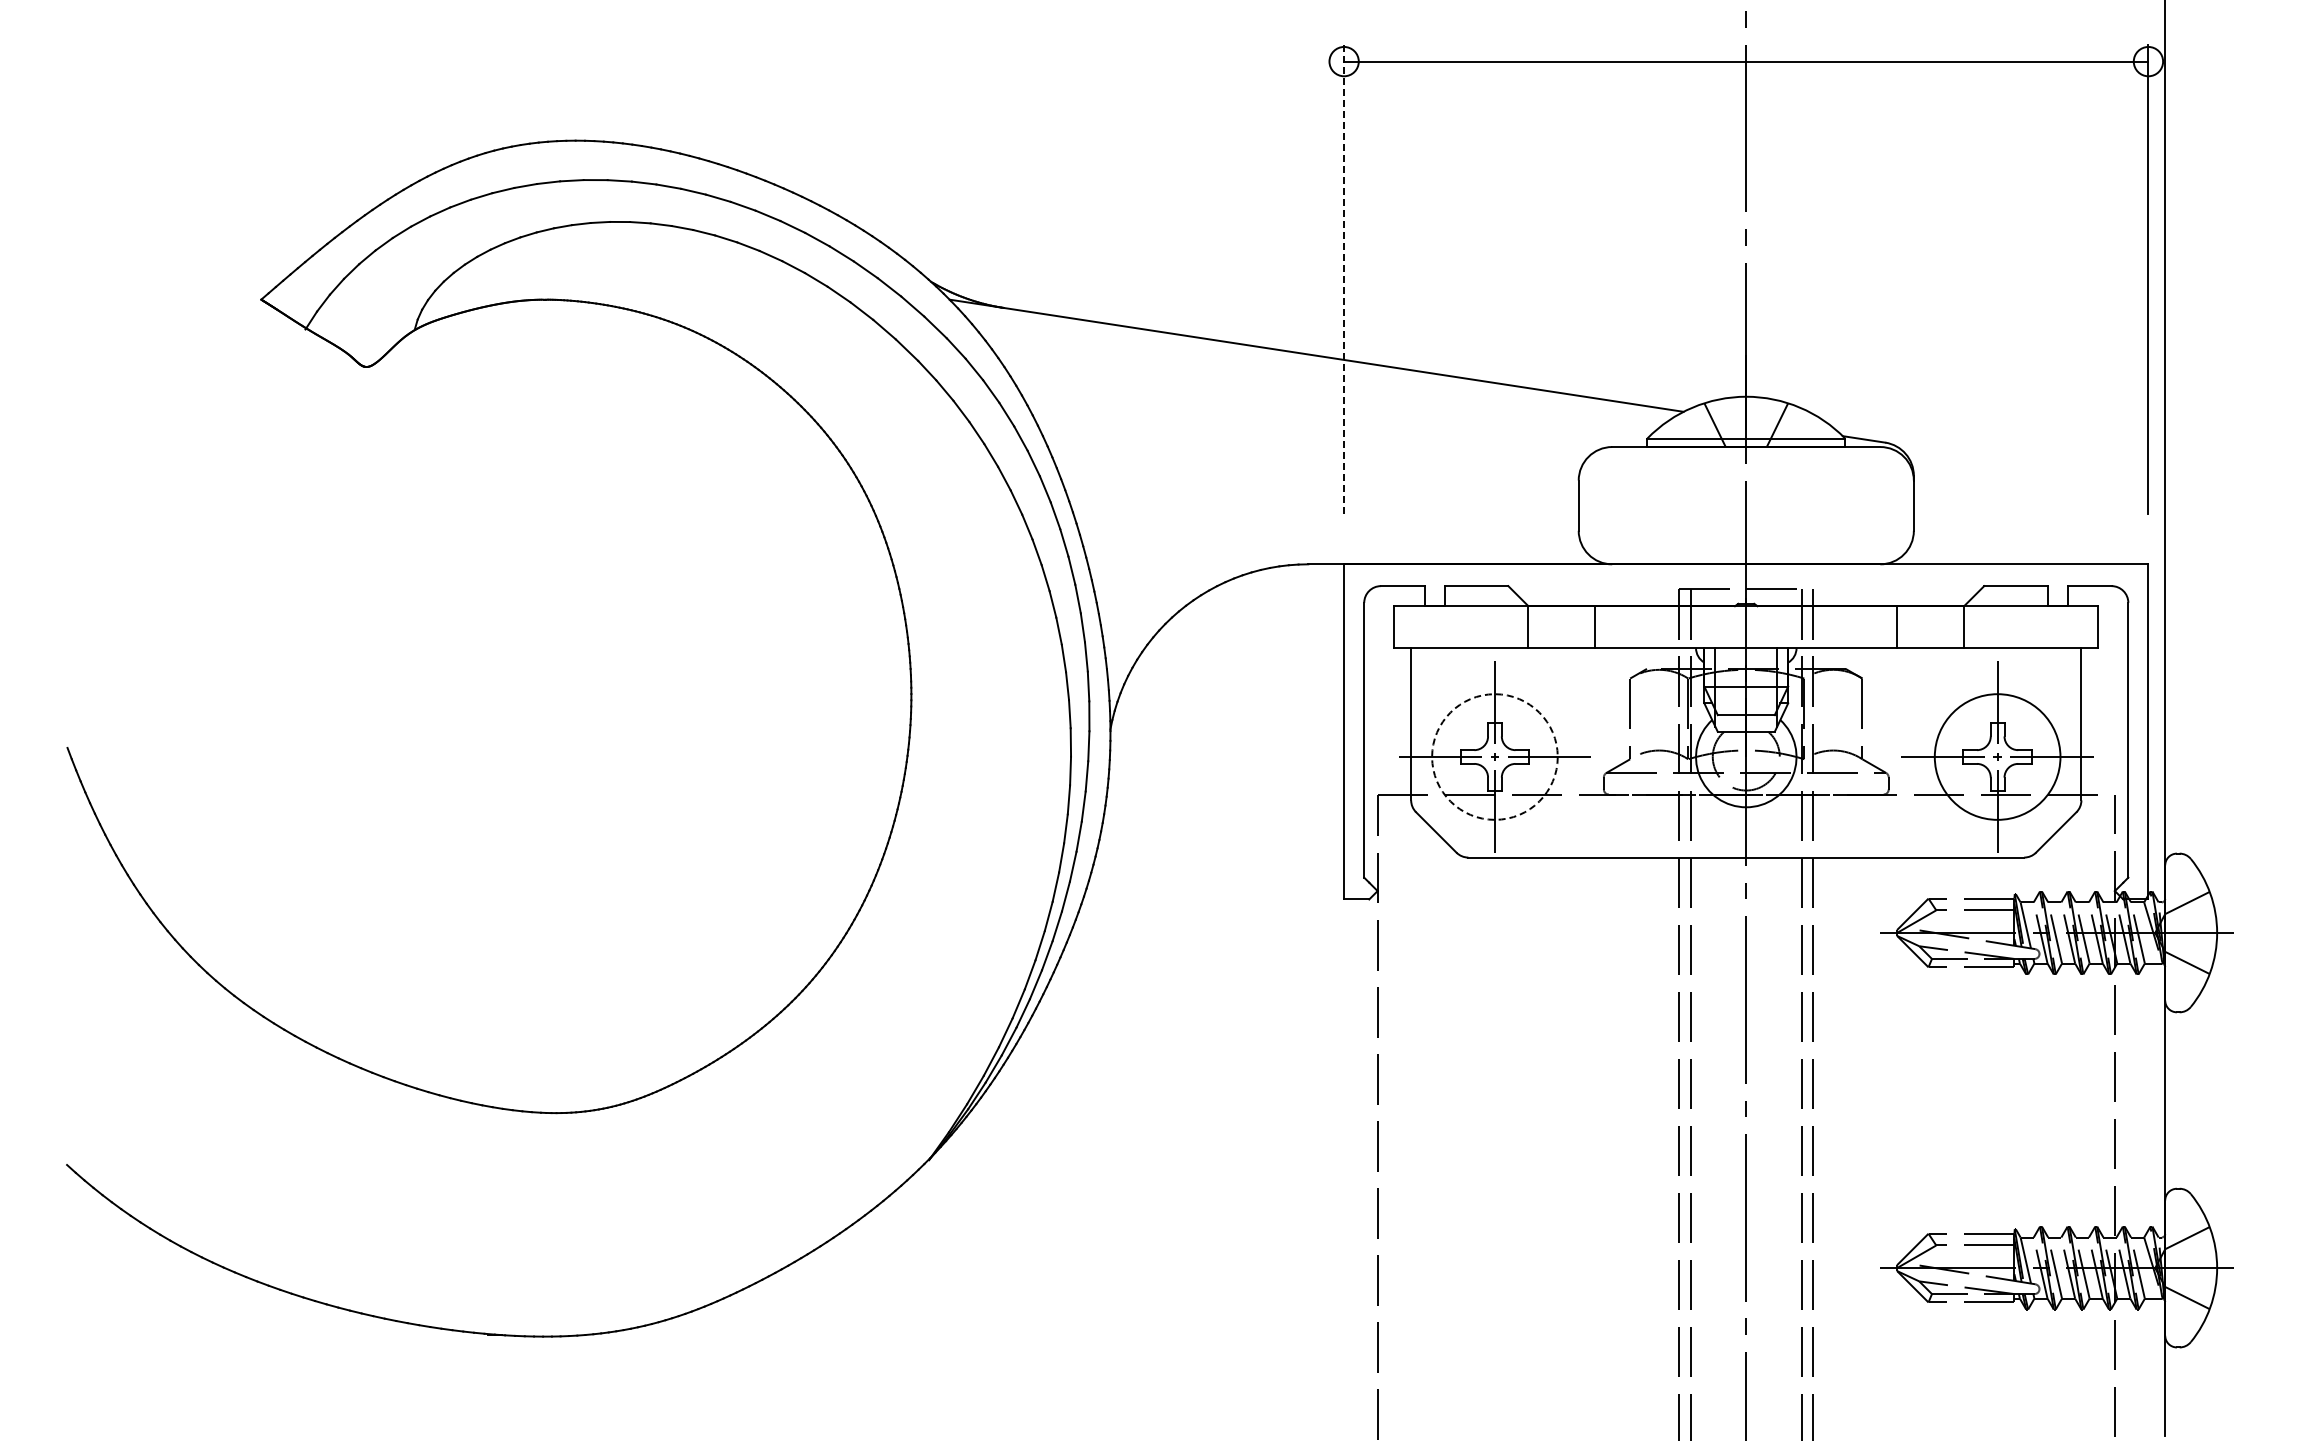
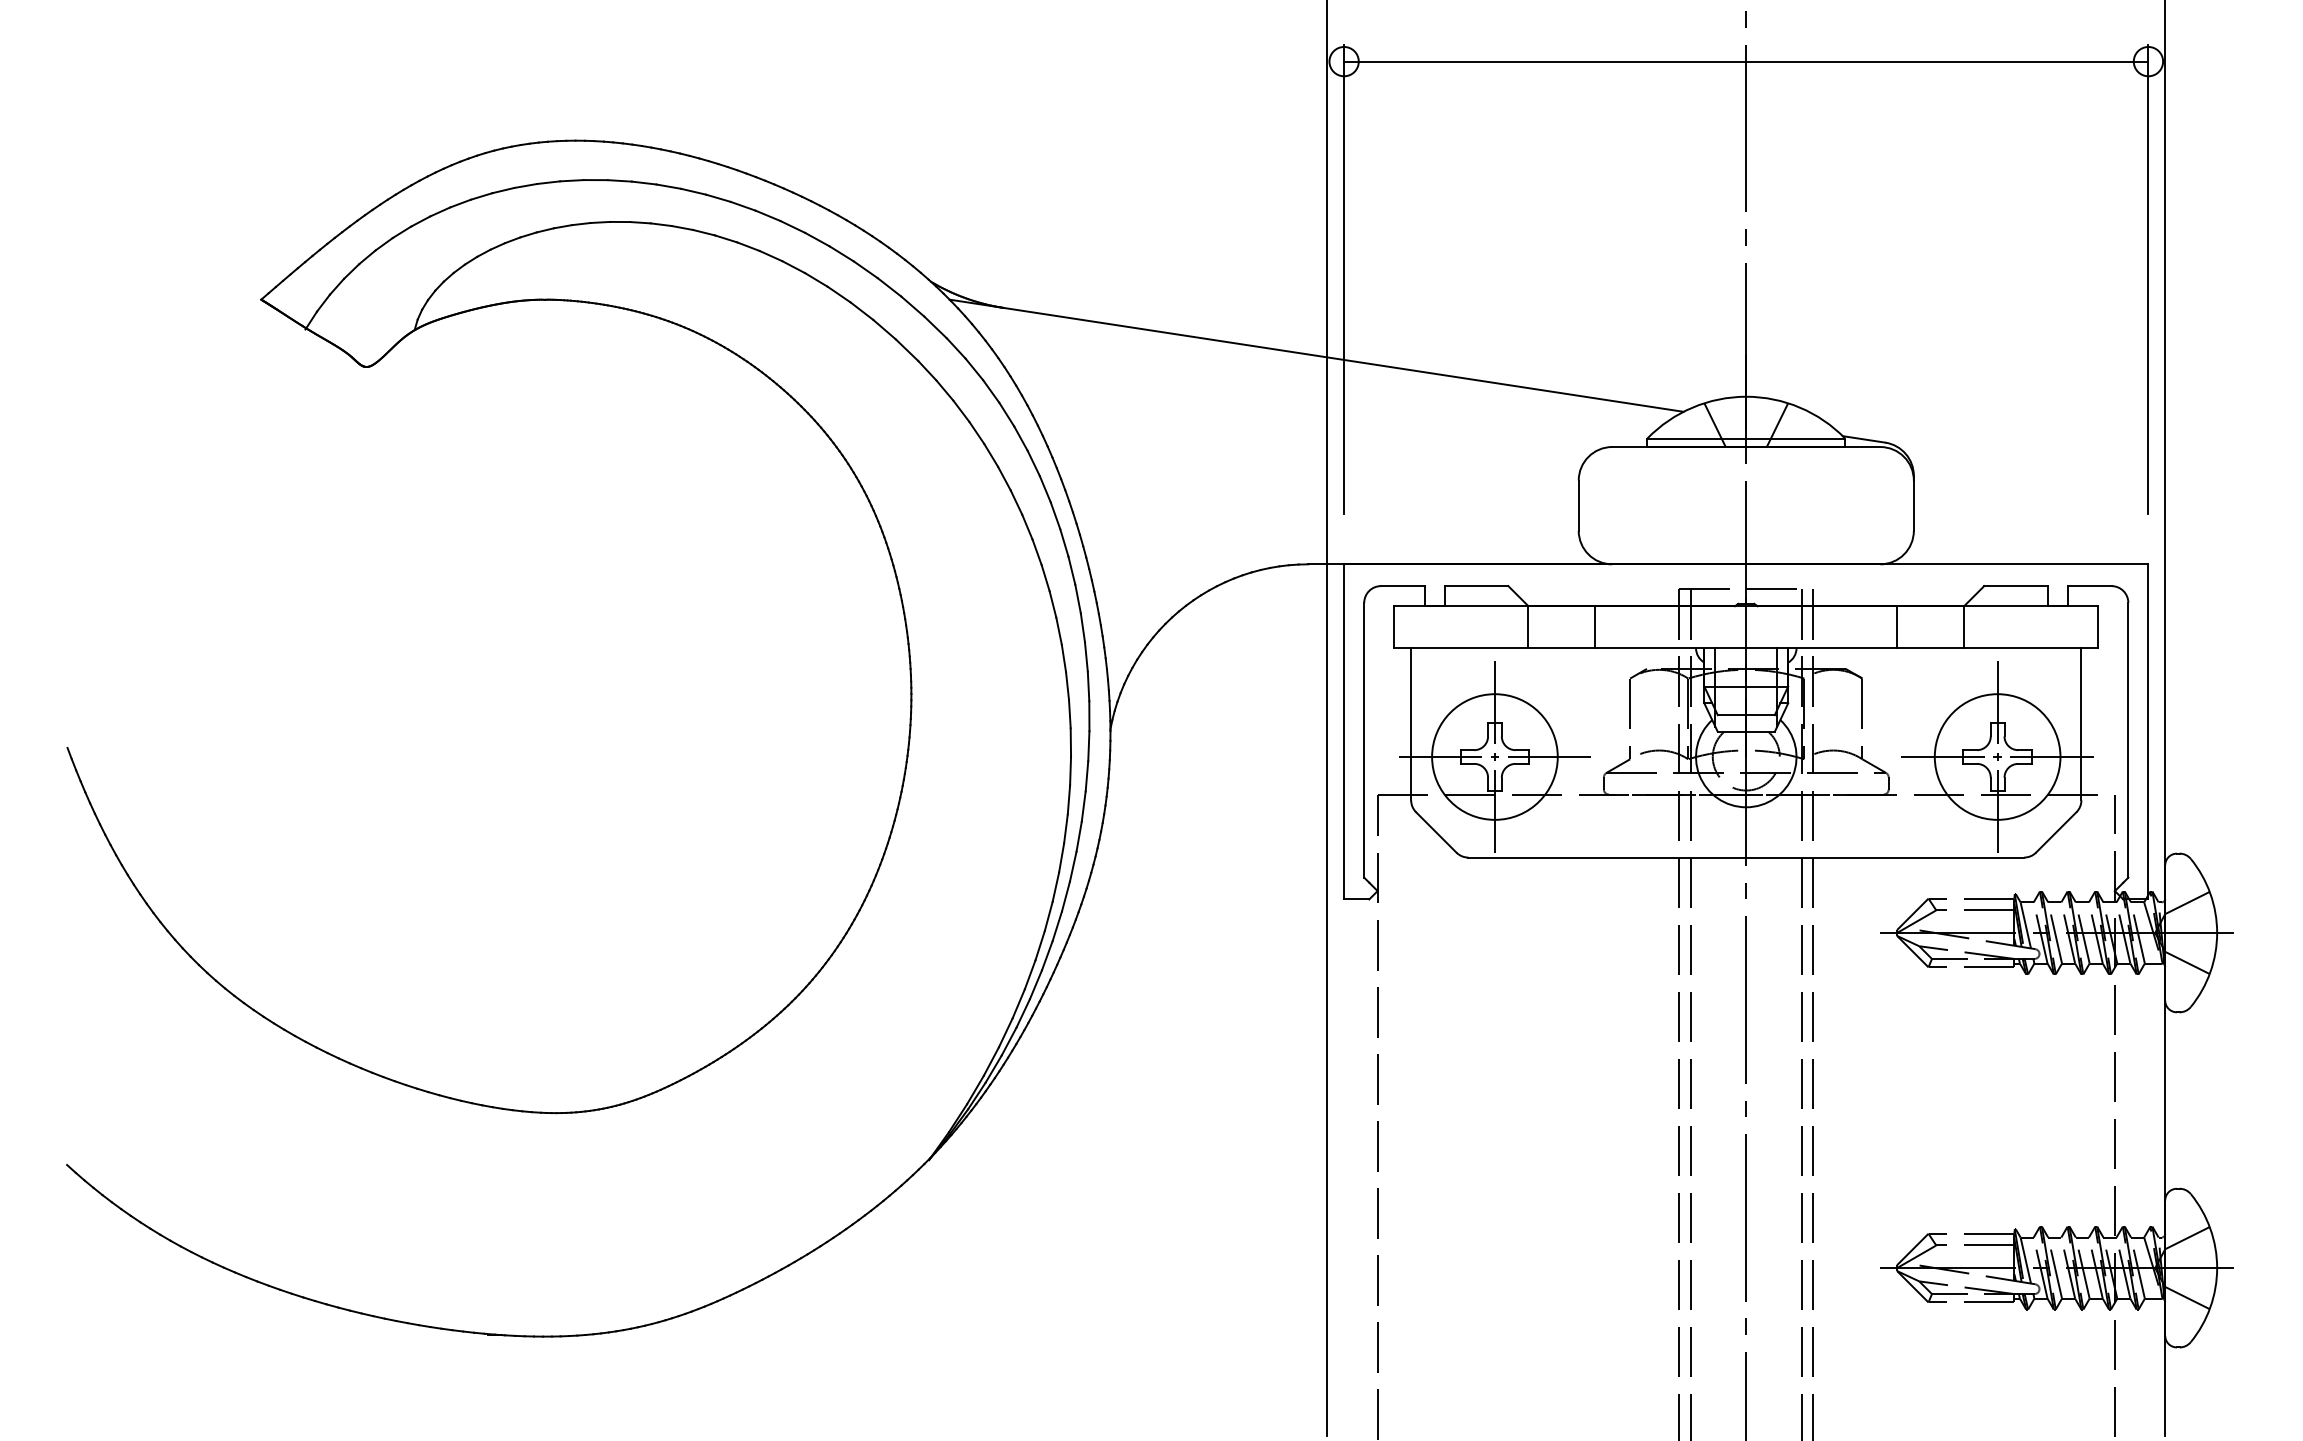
line at (1344, 279): dashed -> solid
line at (1327, 718): none -> present
circle at (1494, 756): dashed -> solid
